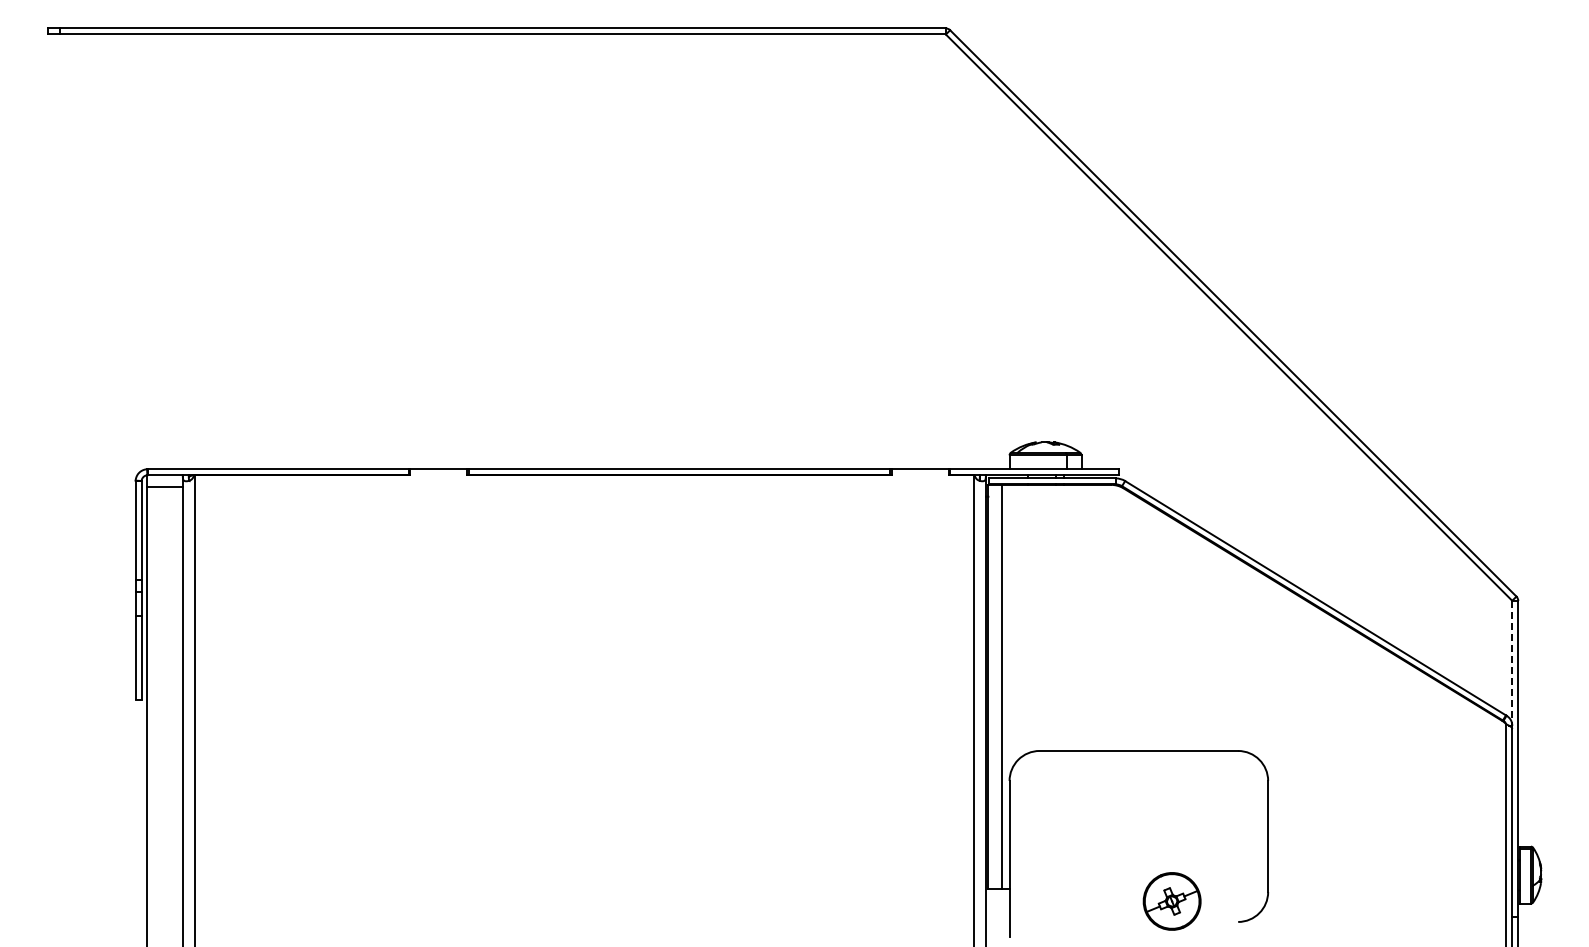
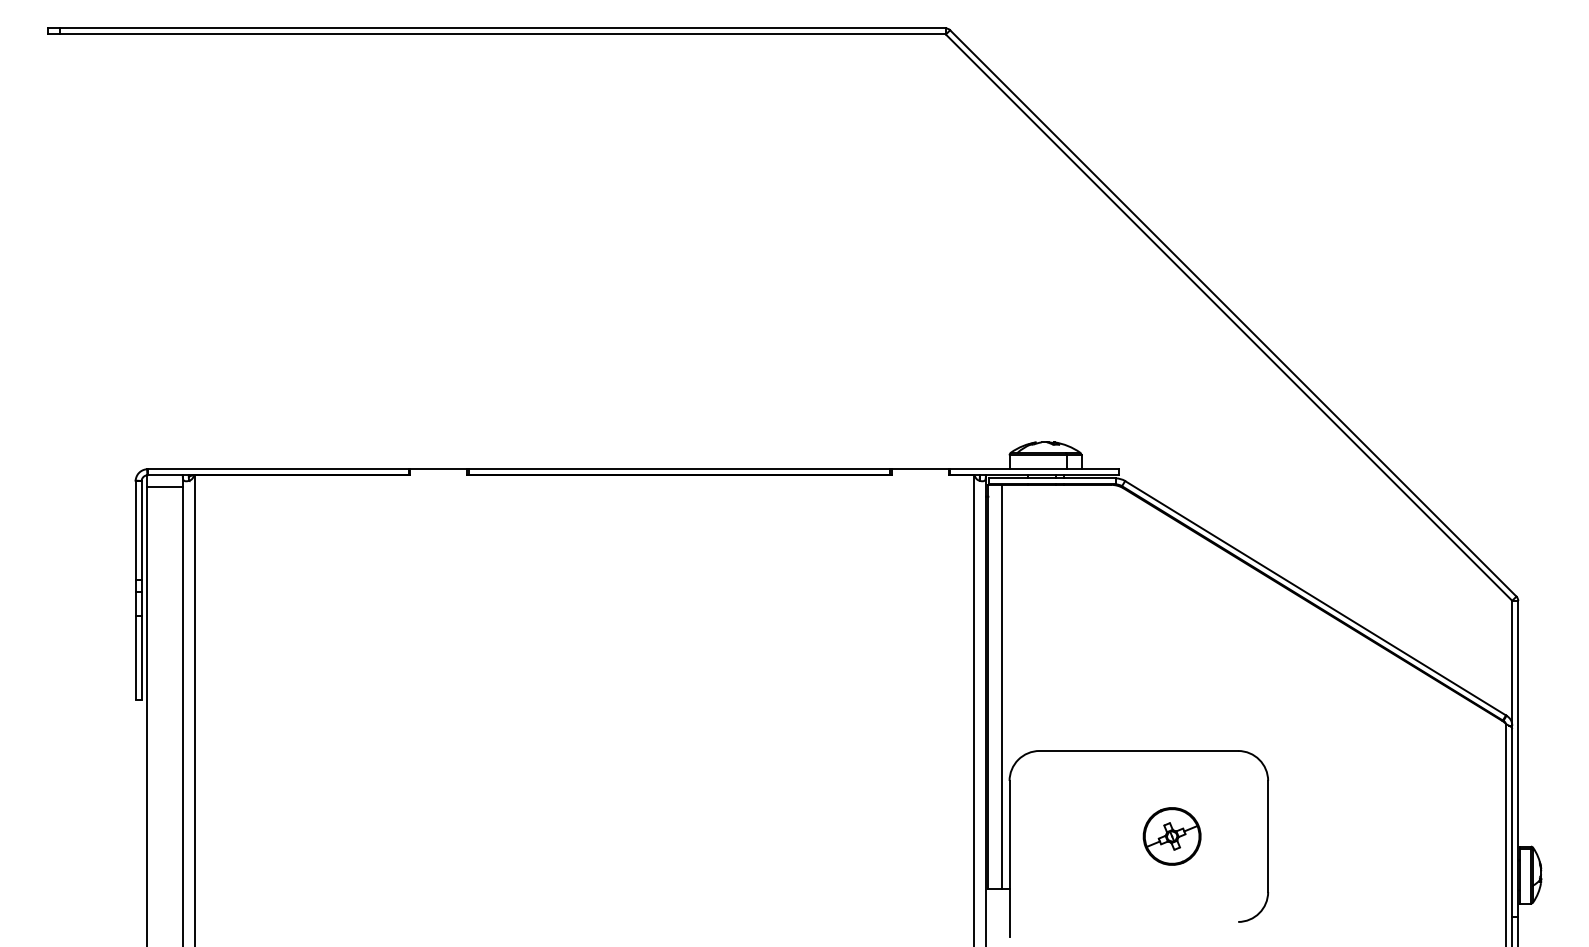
line at (1512, 664): dashed -> solid
part at (1171, 901) position: (1171, 901) -> (1171, 836)
